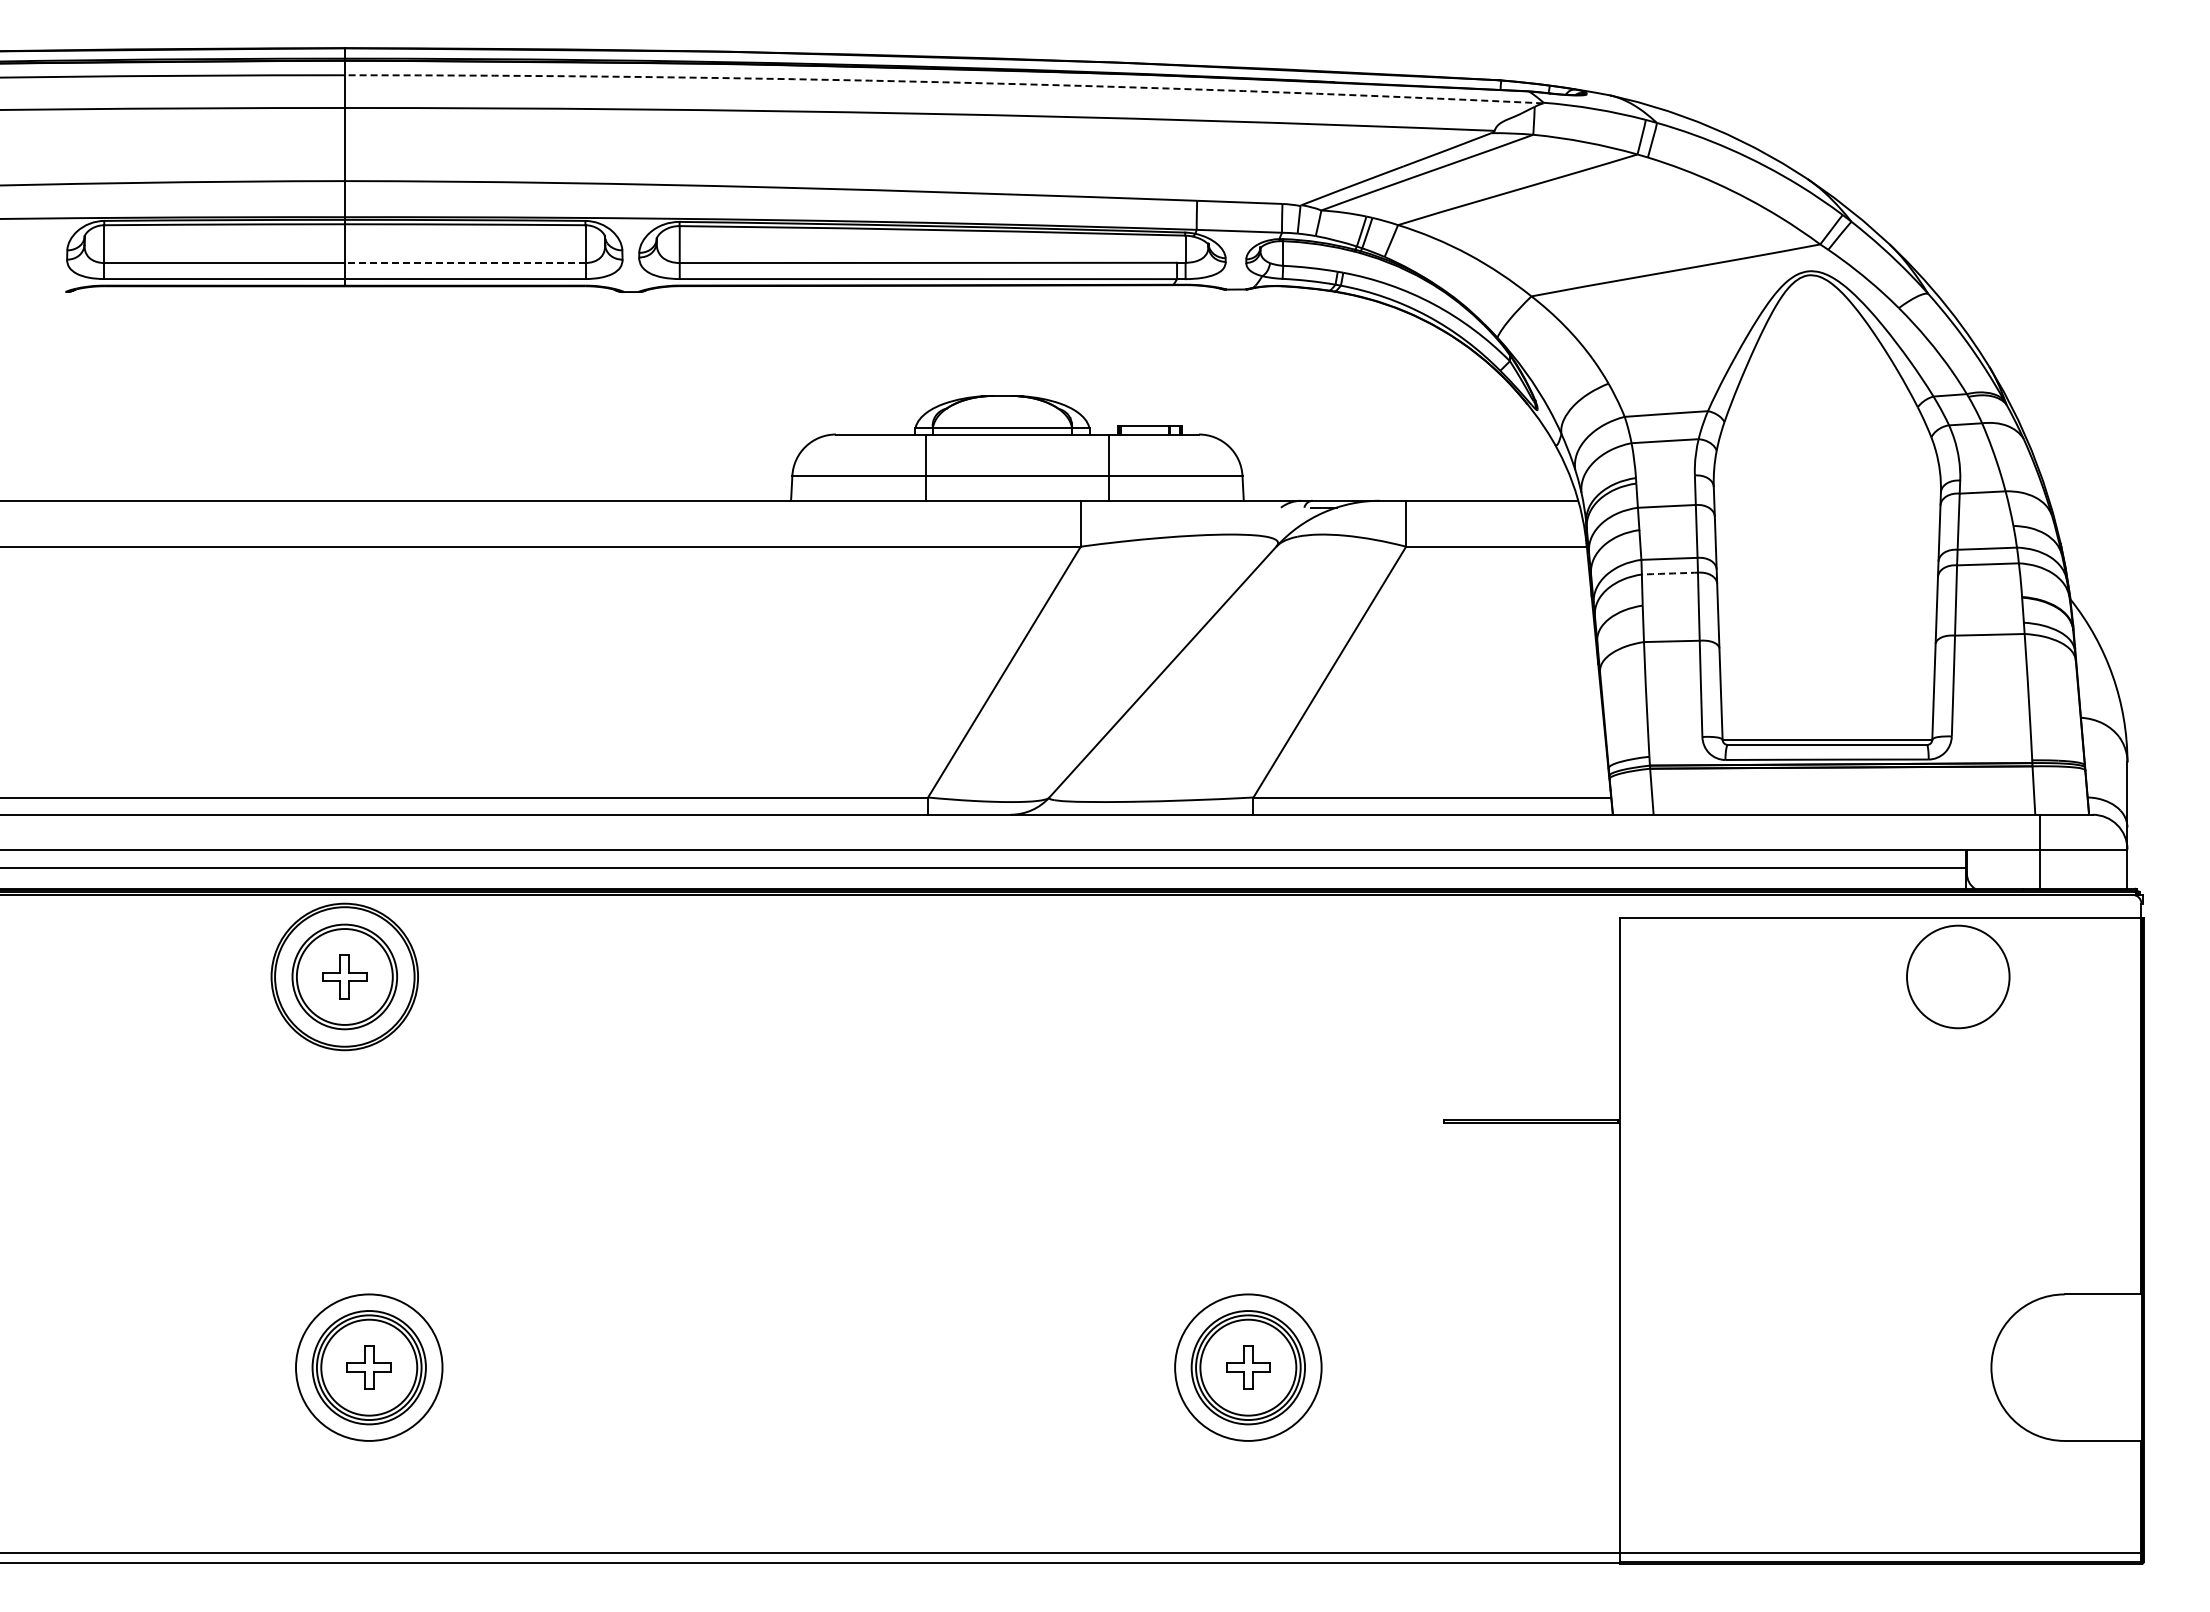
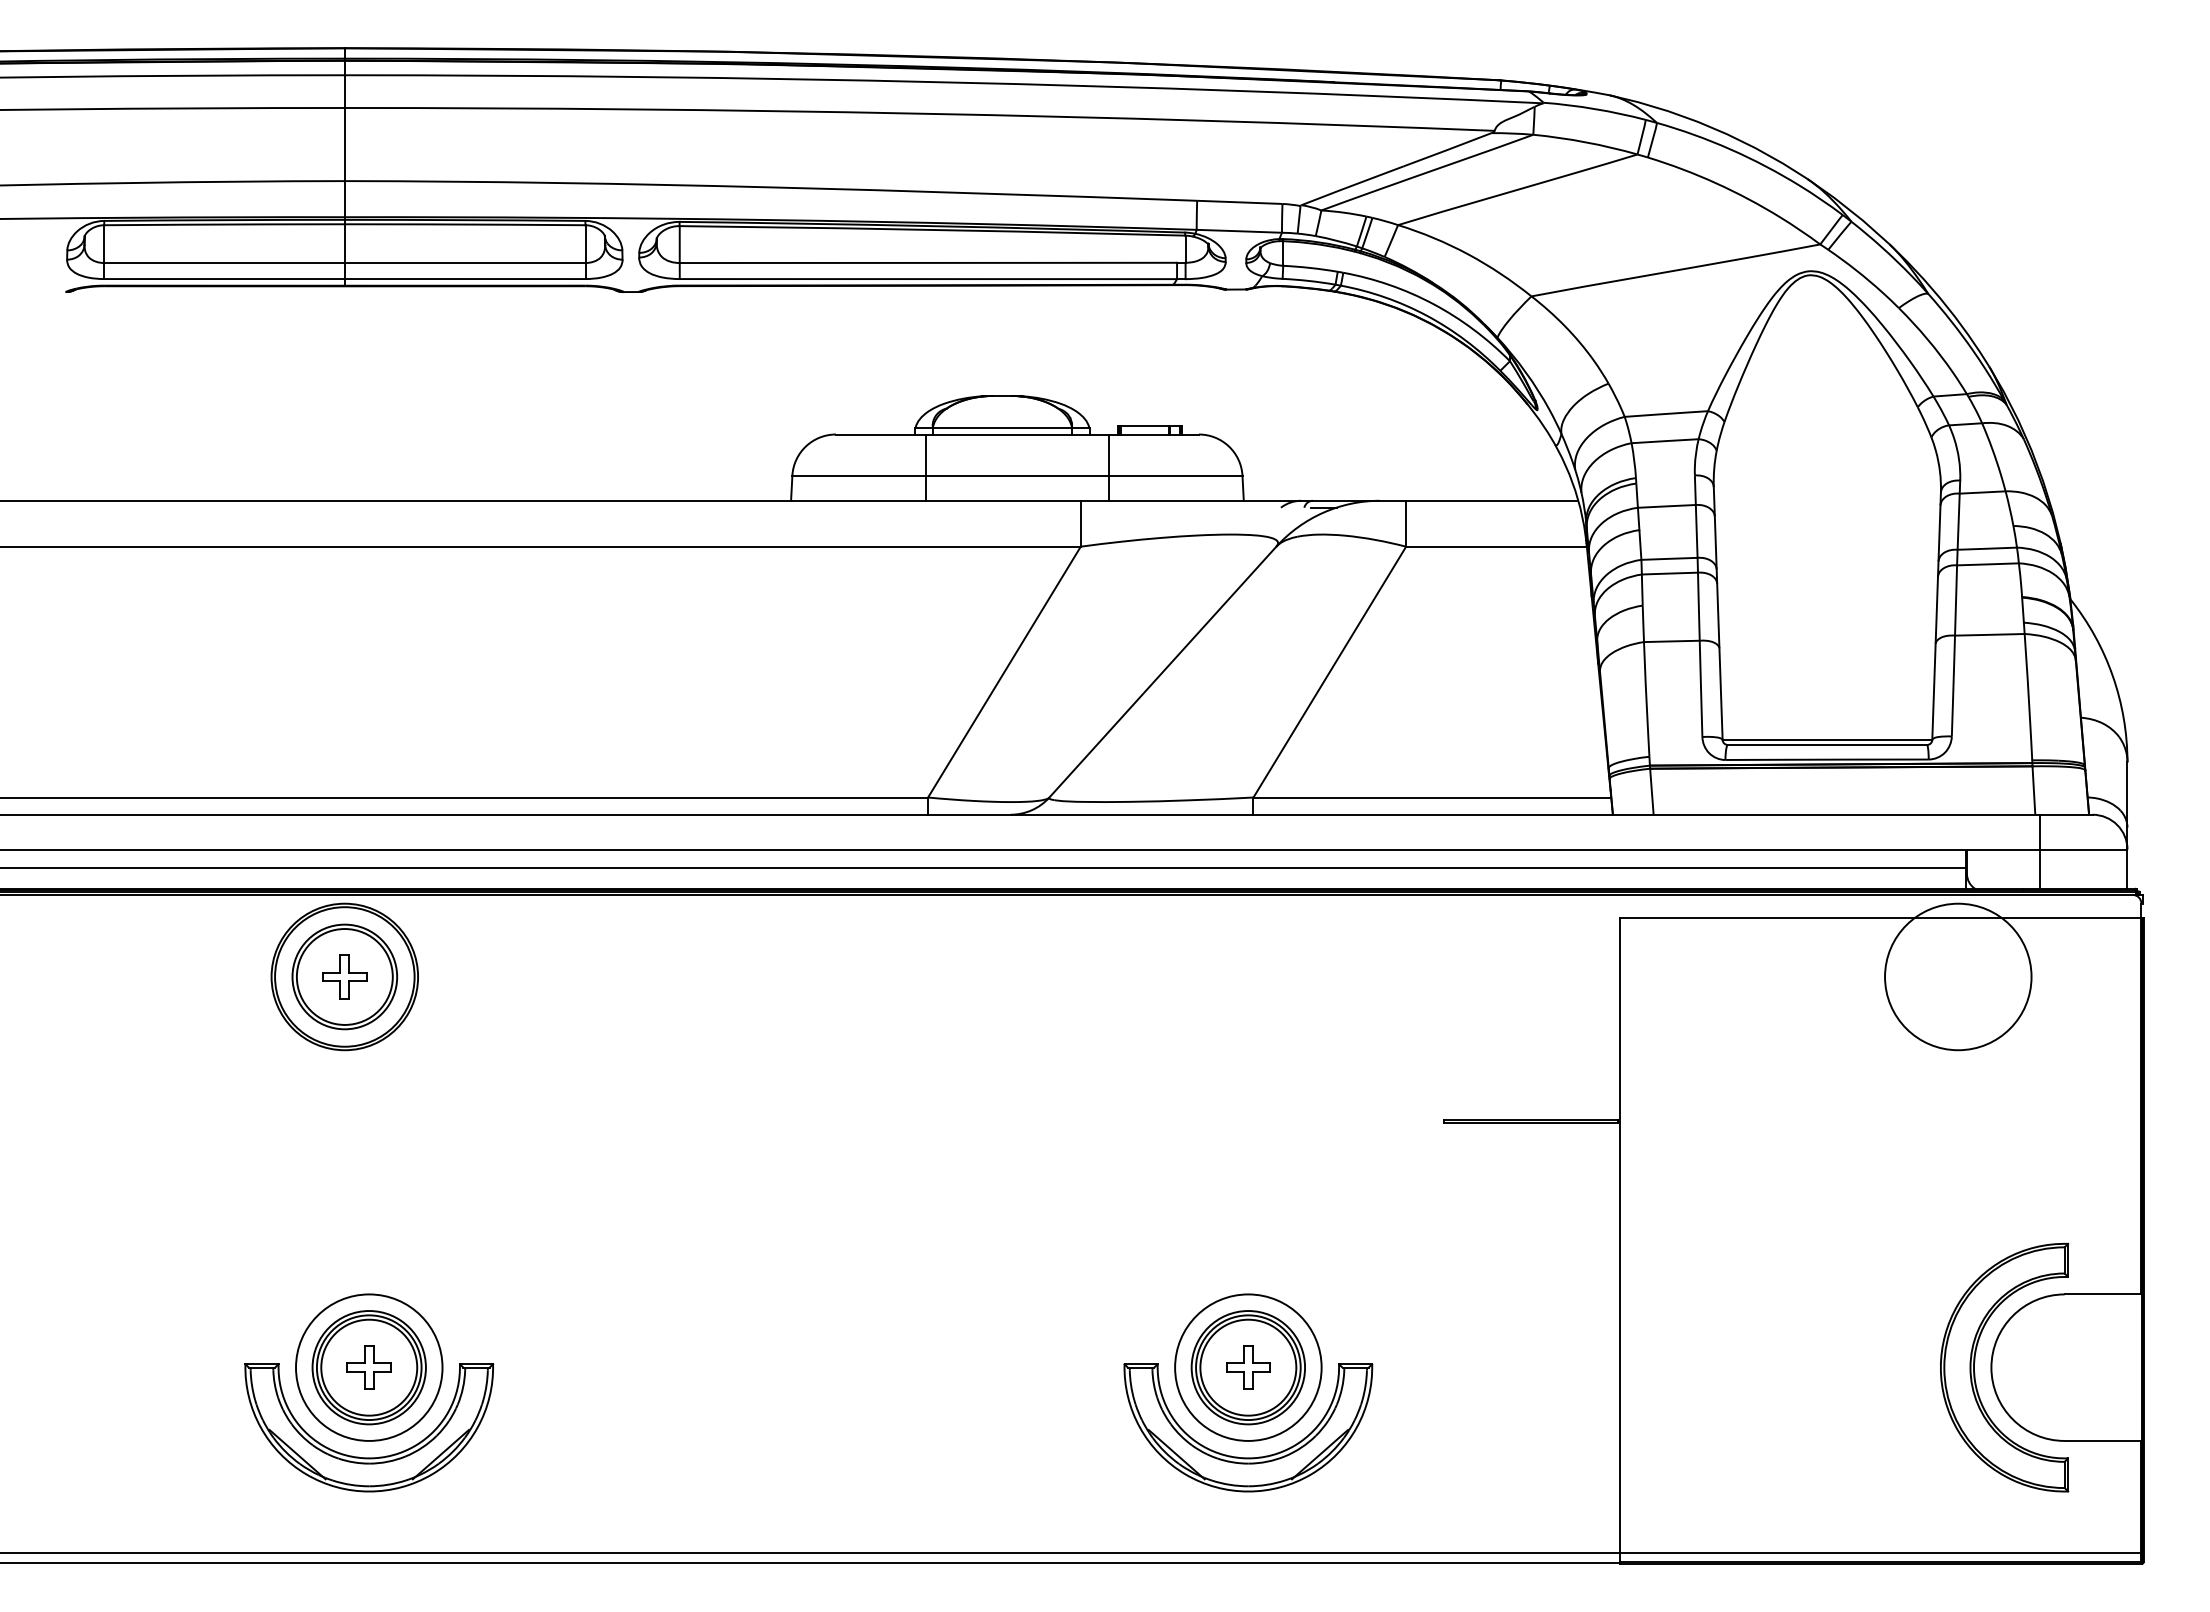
arc at (944, 82): dashed -> solid
line at (464, 263): dashed -> solid
arc at (1669, 573): dashed -> solid
circle at (1958, 976) diameter: 103 px -> 147 px
part at (1975, 1362): none -> present
part at (369, 1457): none -> present
part at (1248, 1457): none -> present
